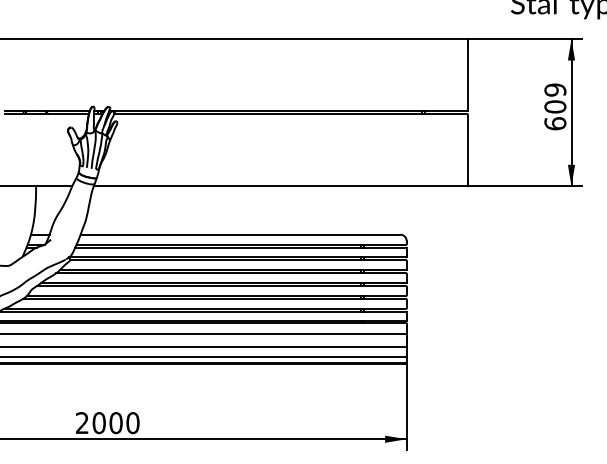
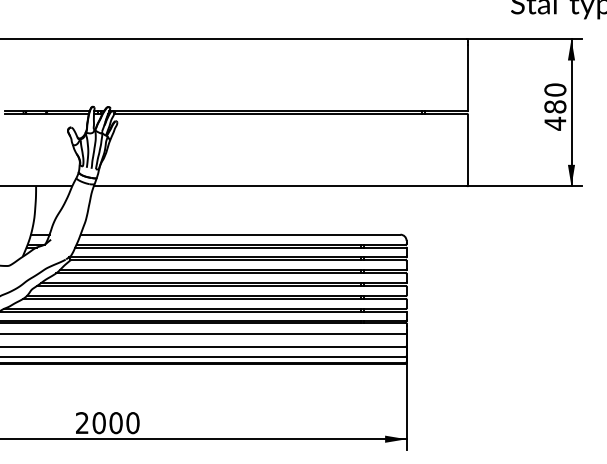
text at (555, 106): 609 -> 480
